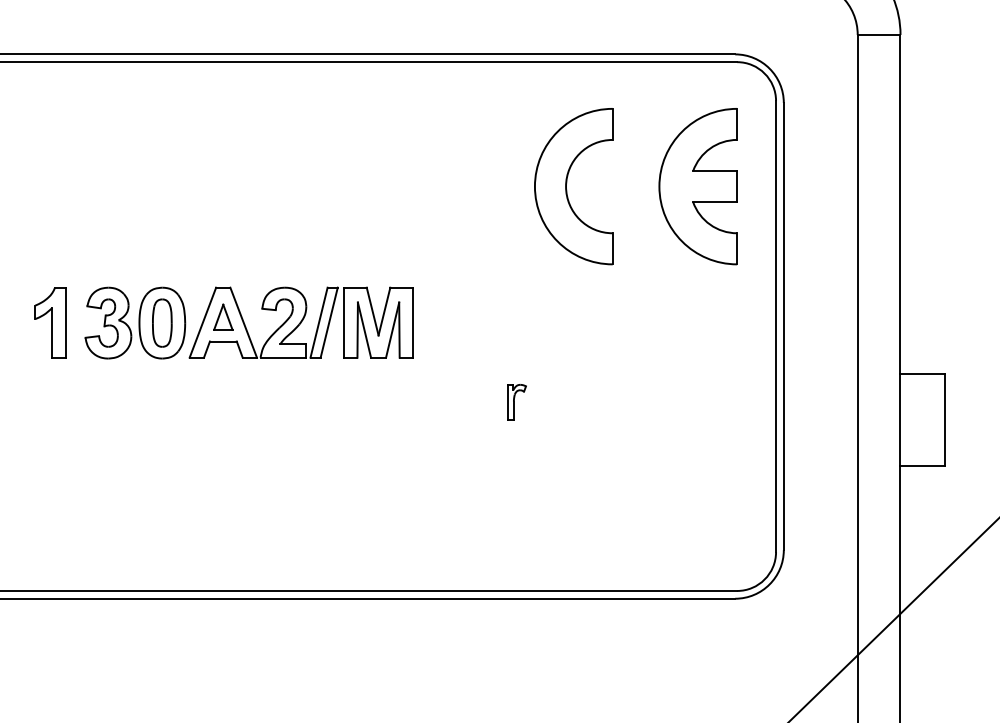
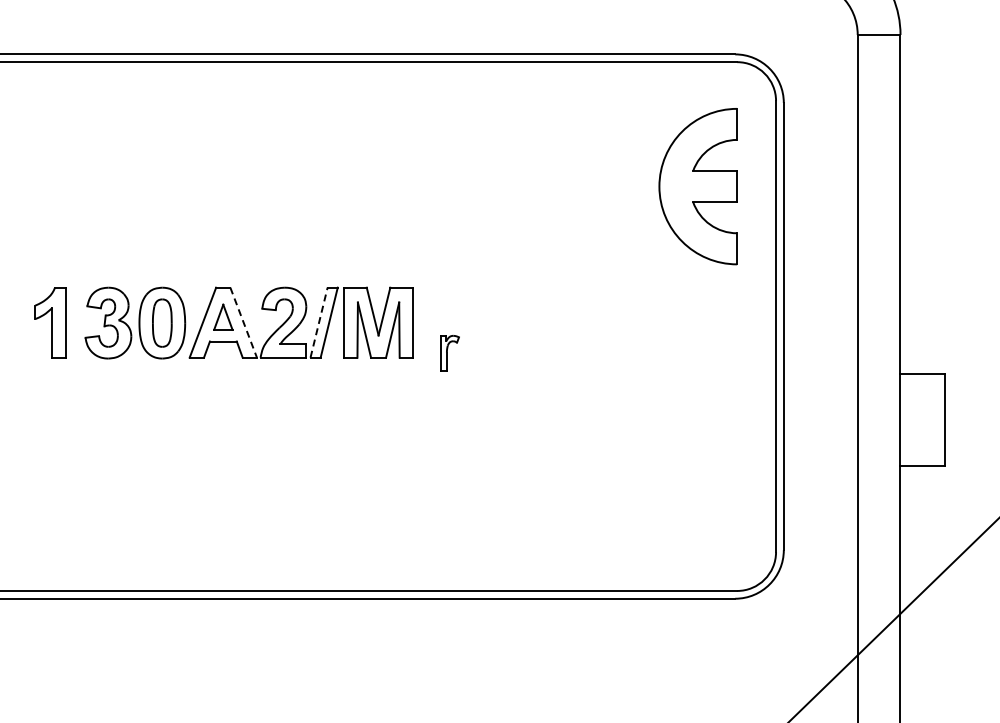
part at (567, 183): present -> none
line at (319, 322): solid -> dashed
line at (243, 323): solid -> dashed
part at (516, 402) position: (516, 402) -> (449, 353)
